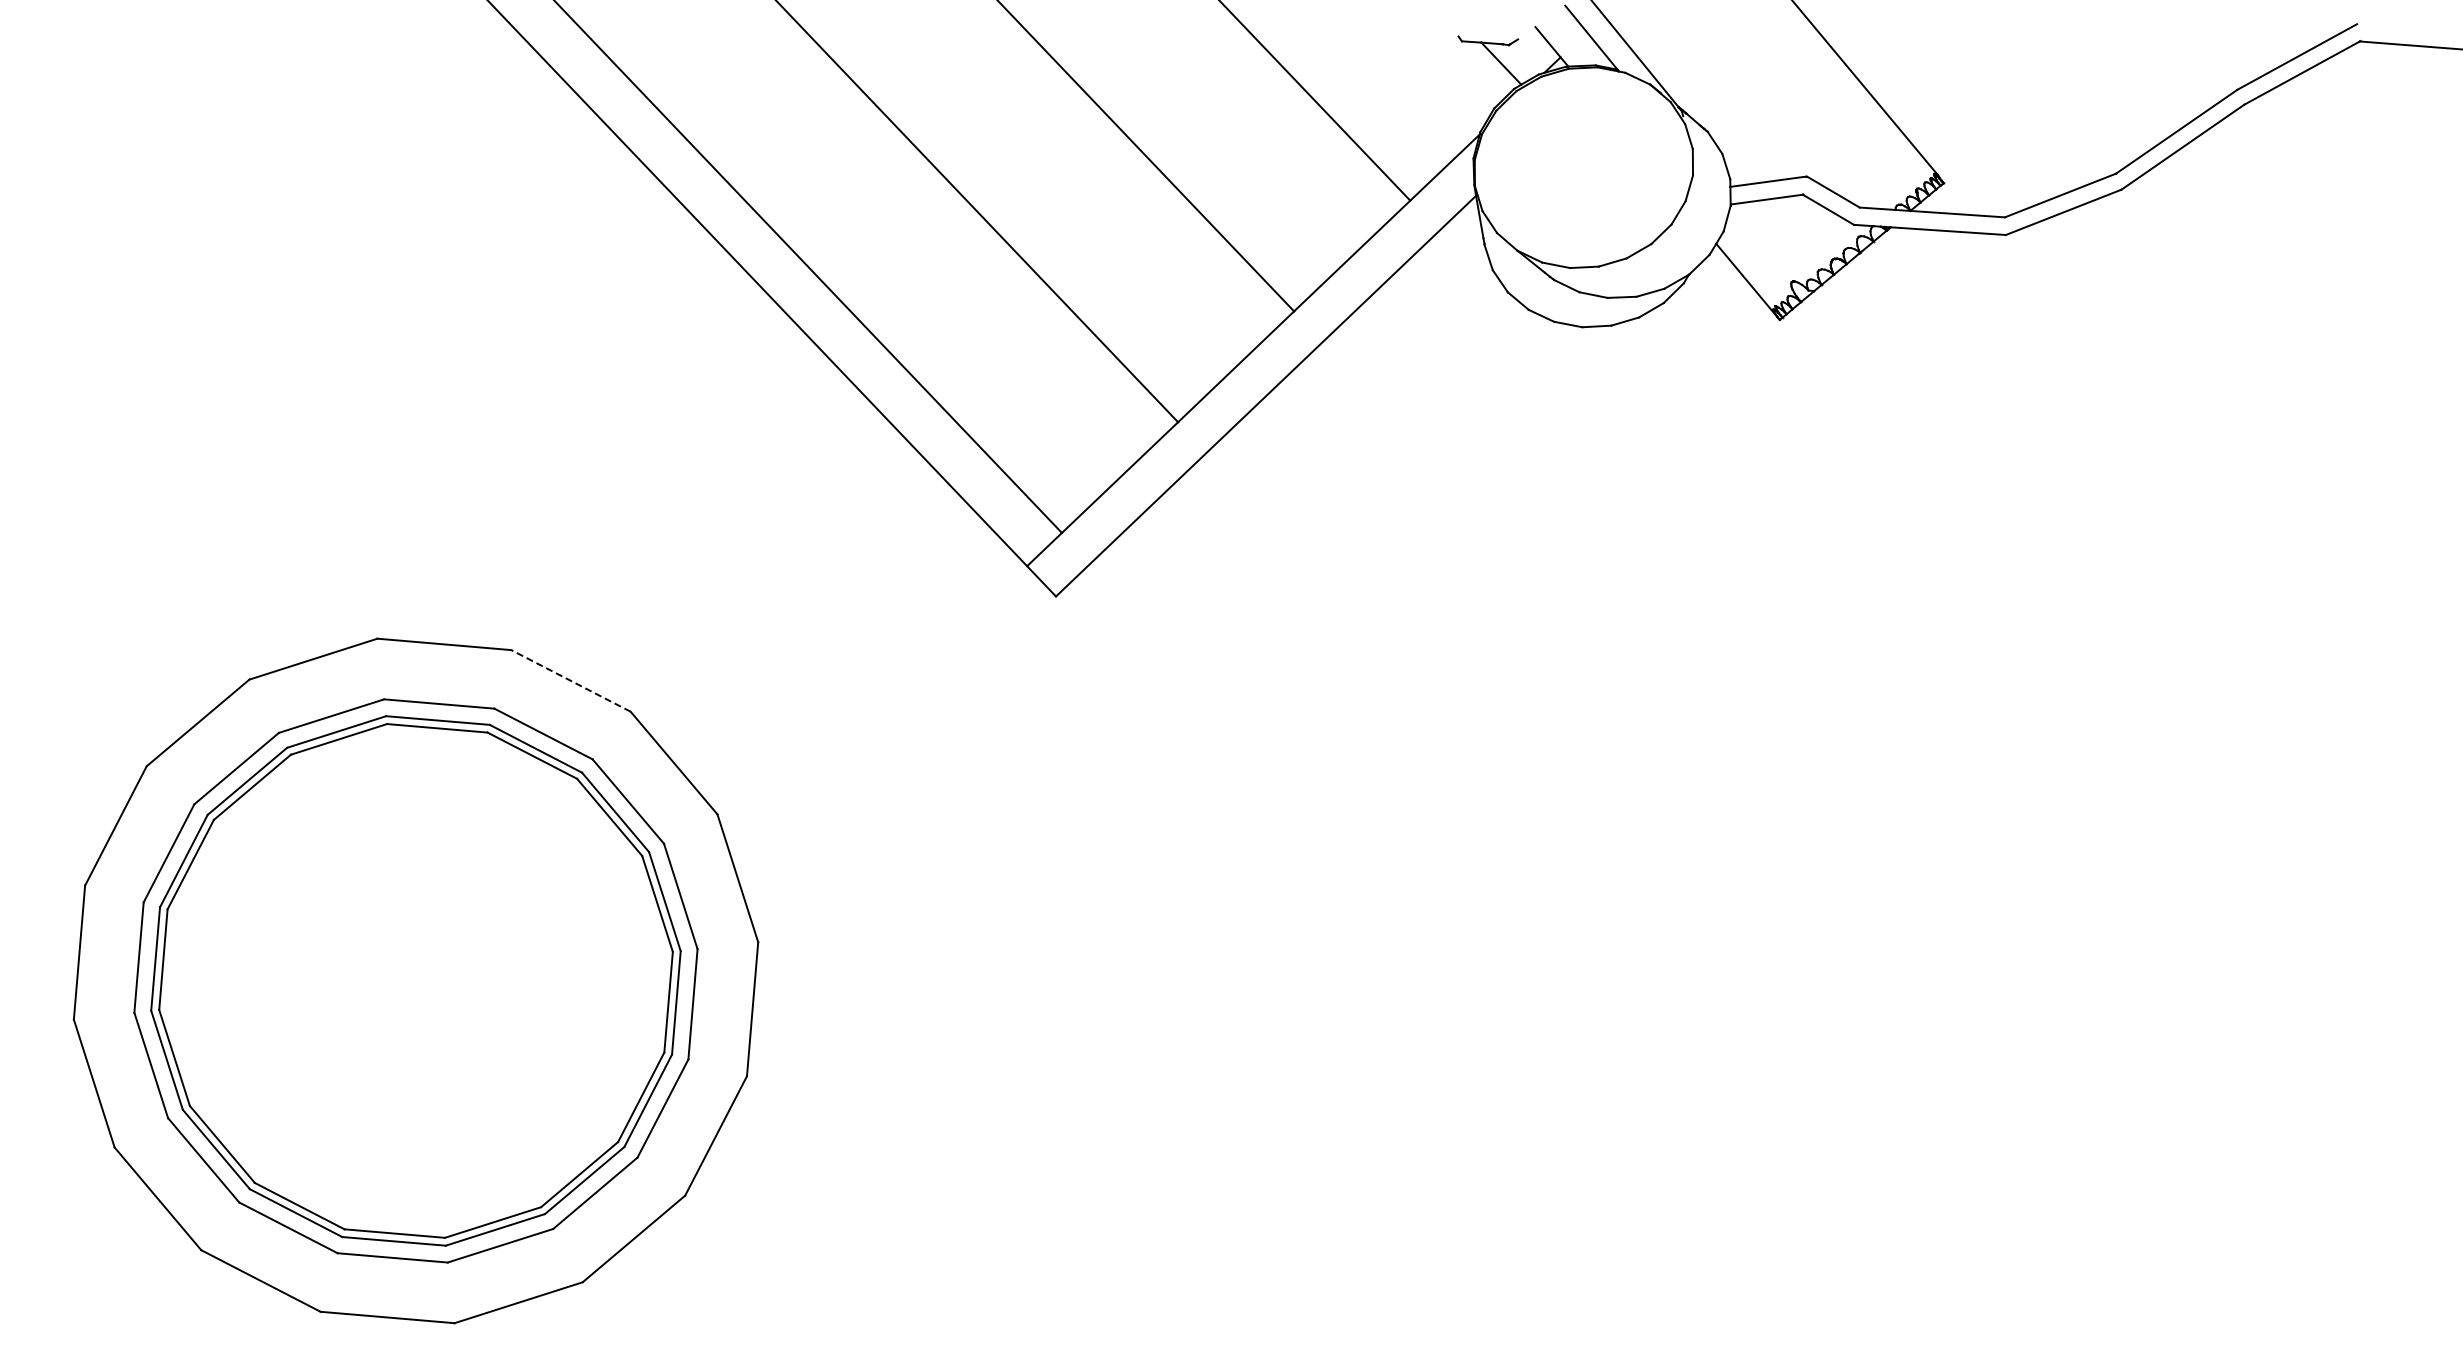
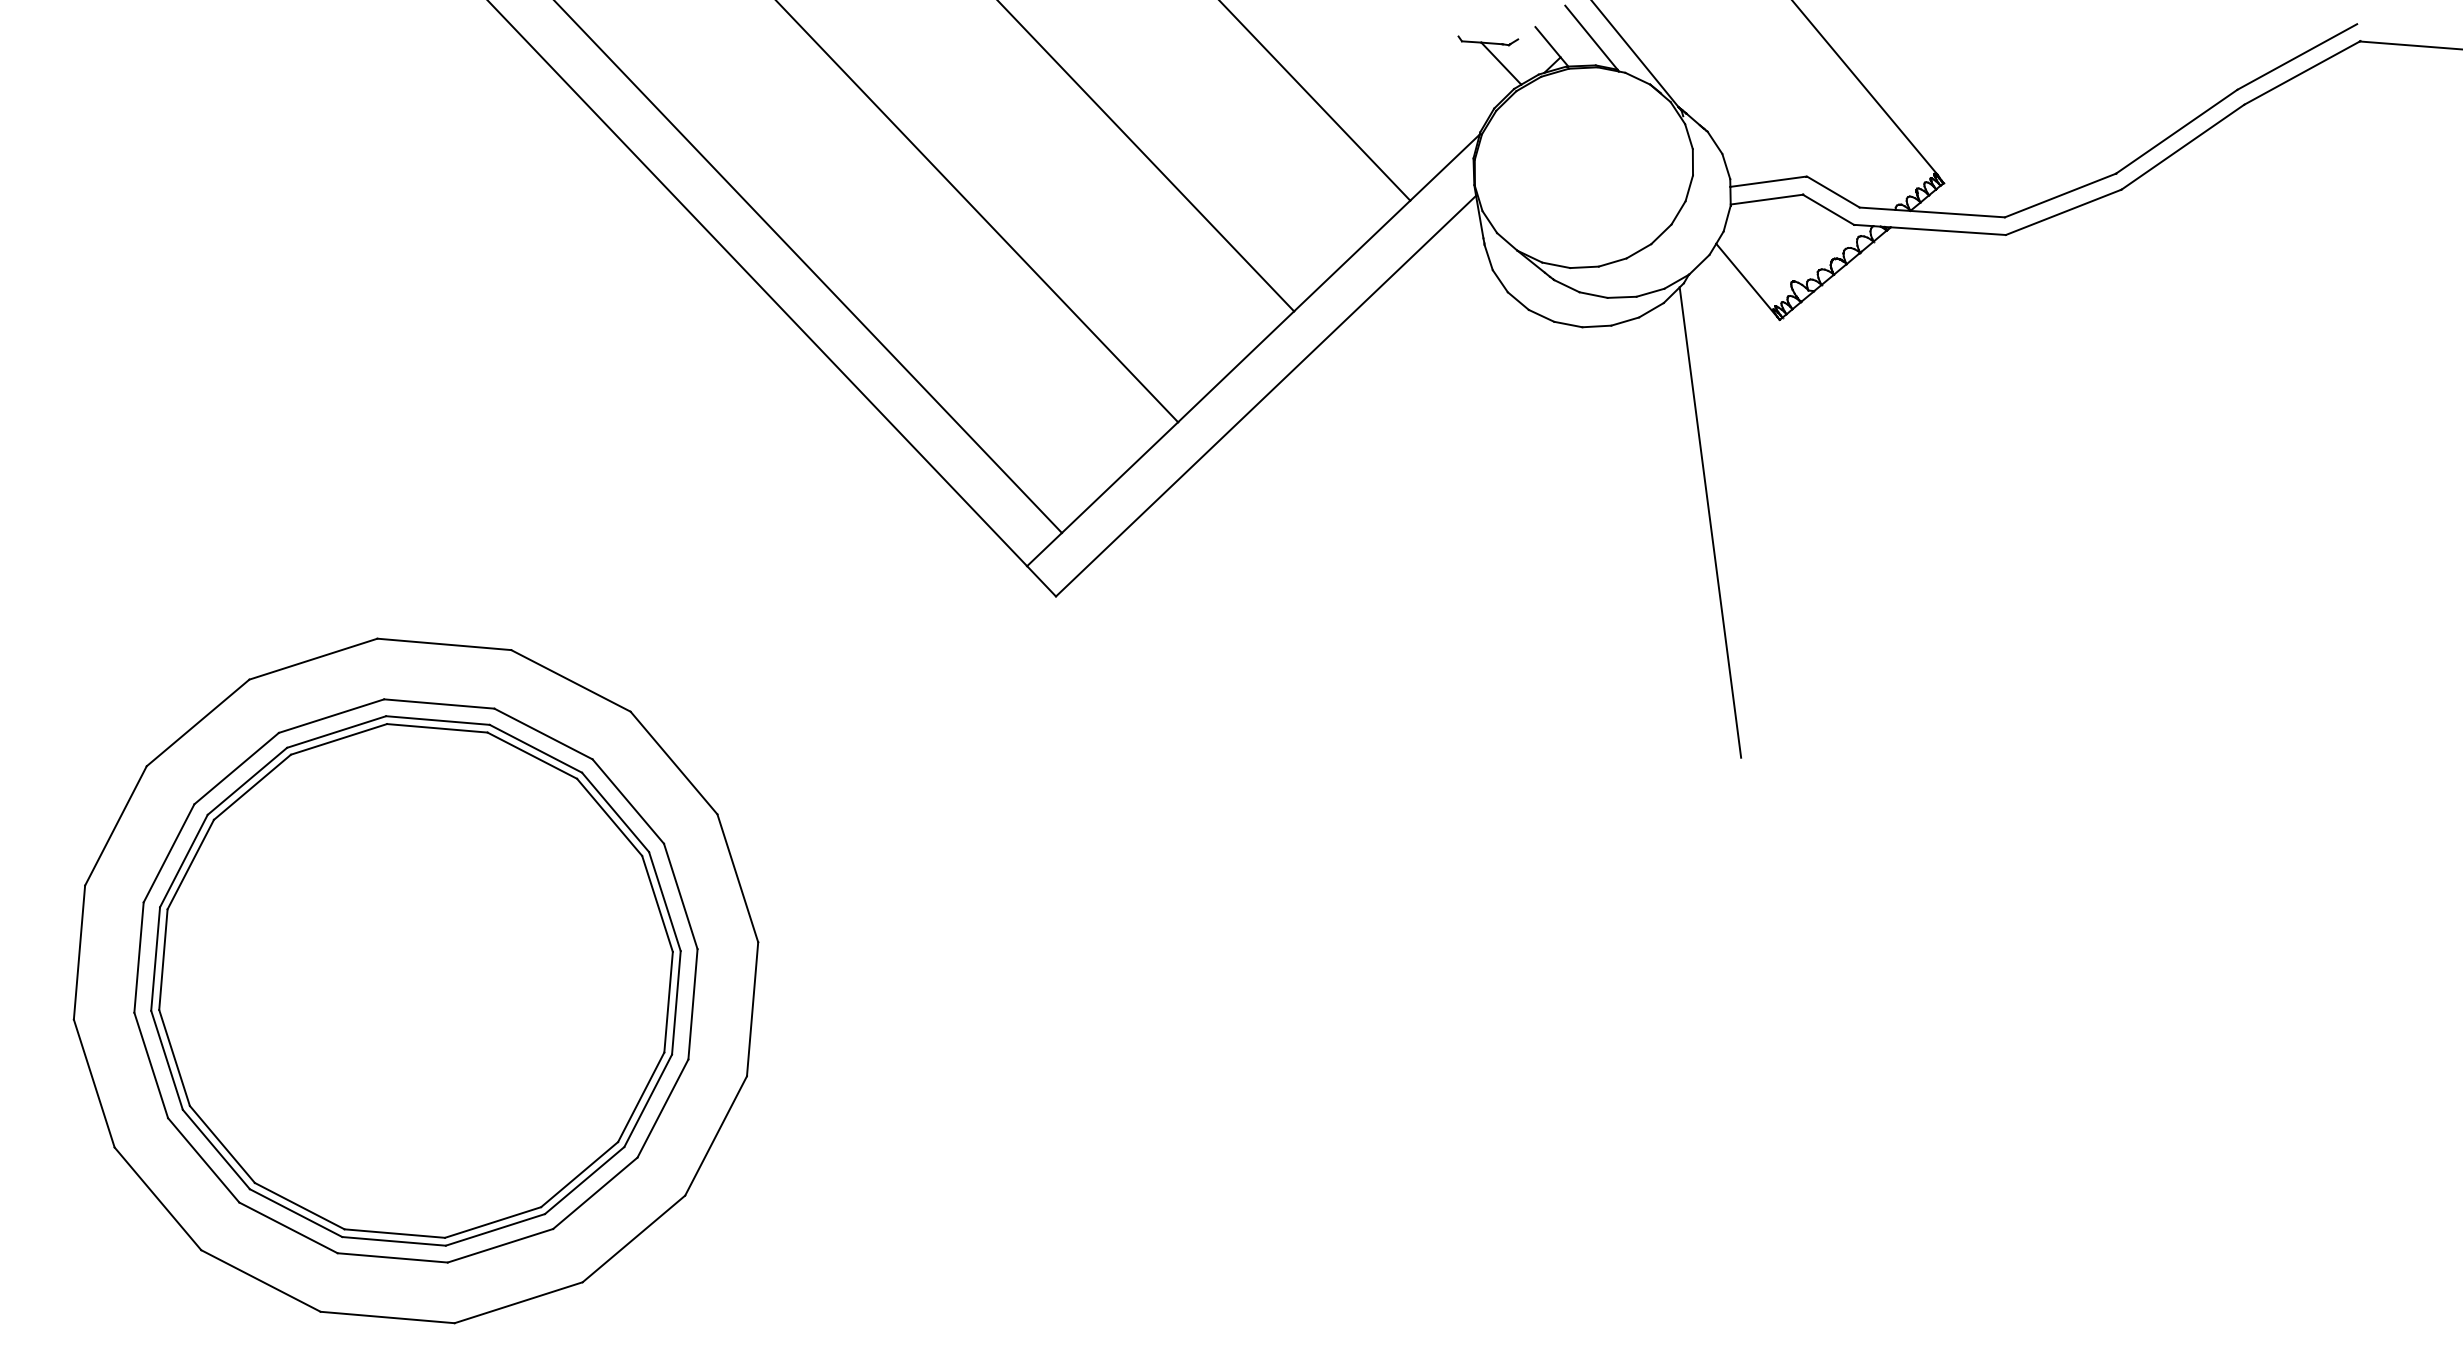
line at (1710, 522): none -> present
line at (570, 680): dashed -> solid
